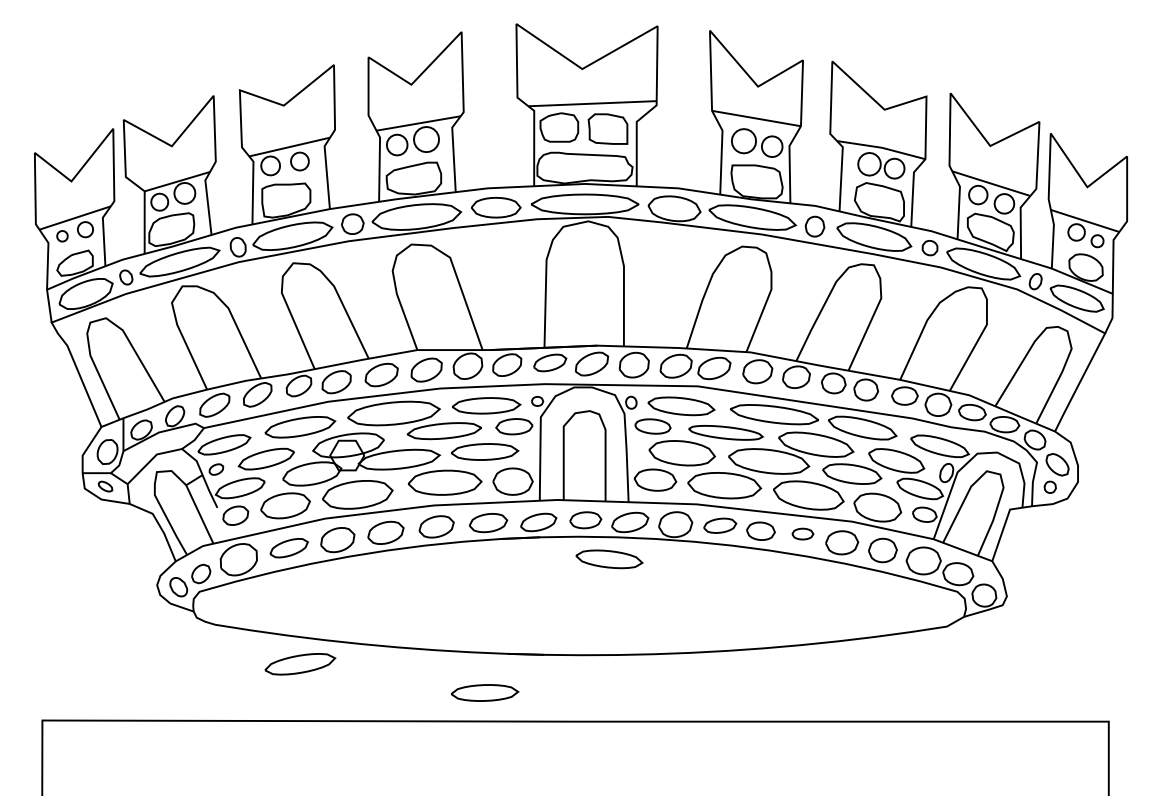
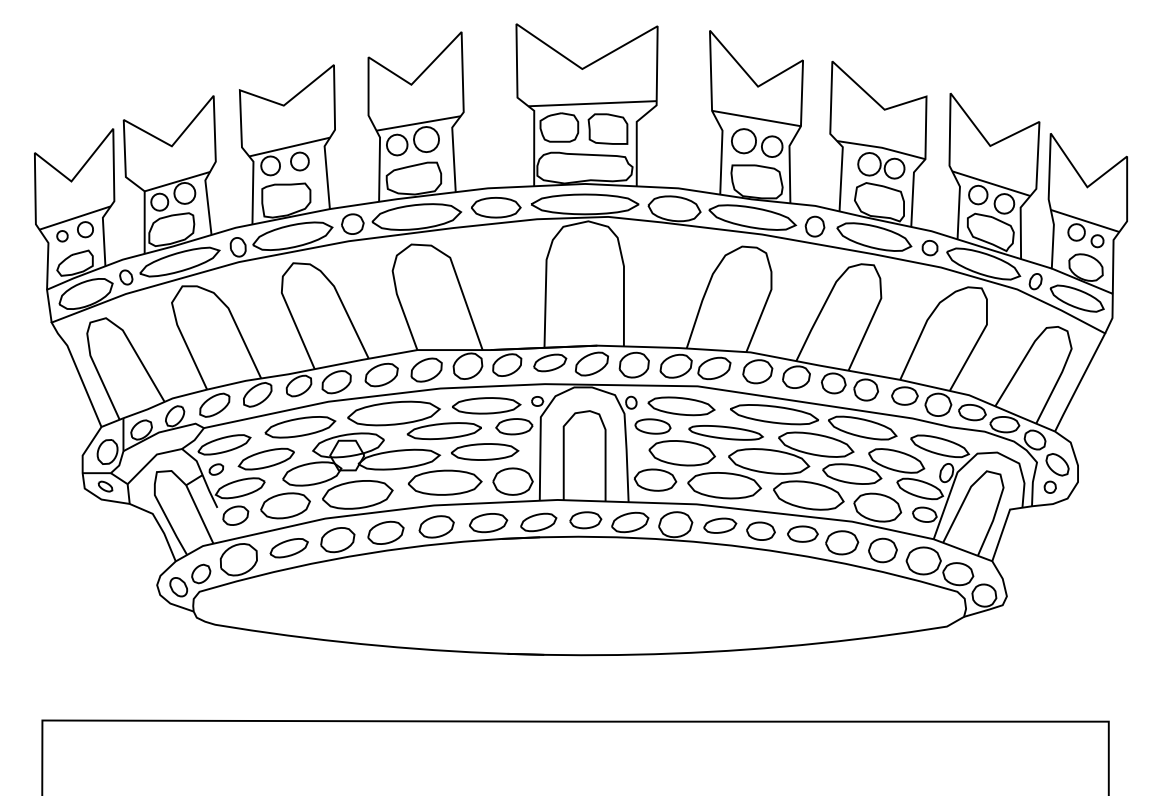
part at (802, 533) size: 24x14 px -> 32x18 px
part at (609, 559): present -> none
part at (300, 664): present -> none
part at (485, 692): present -> none
